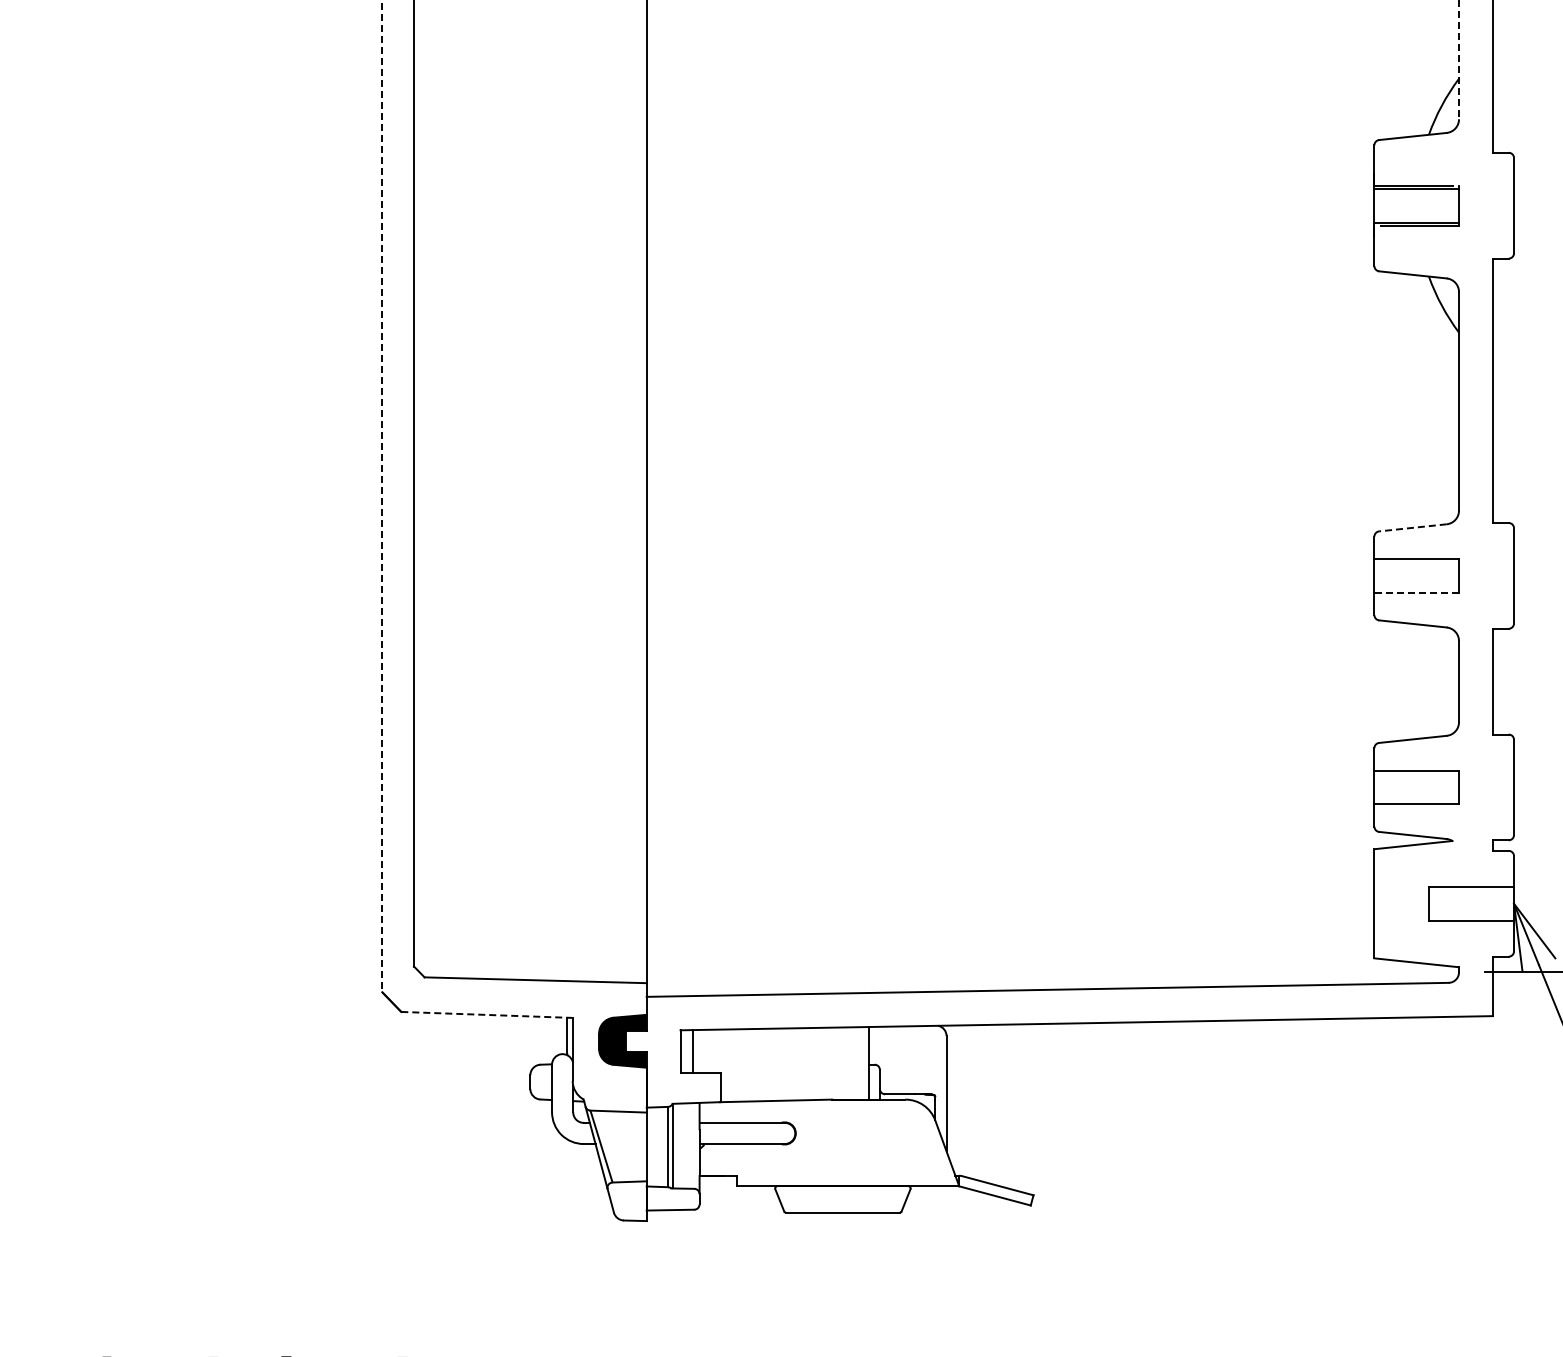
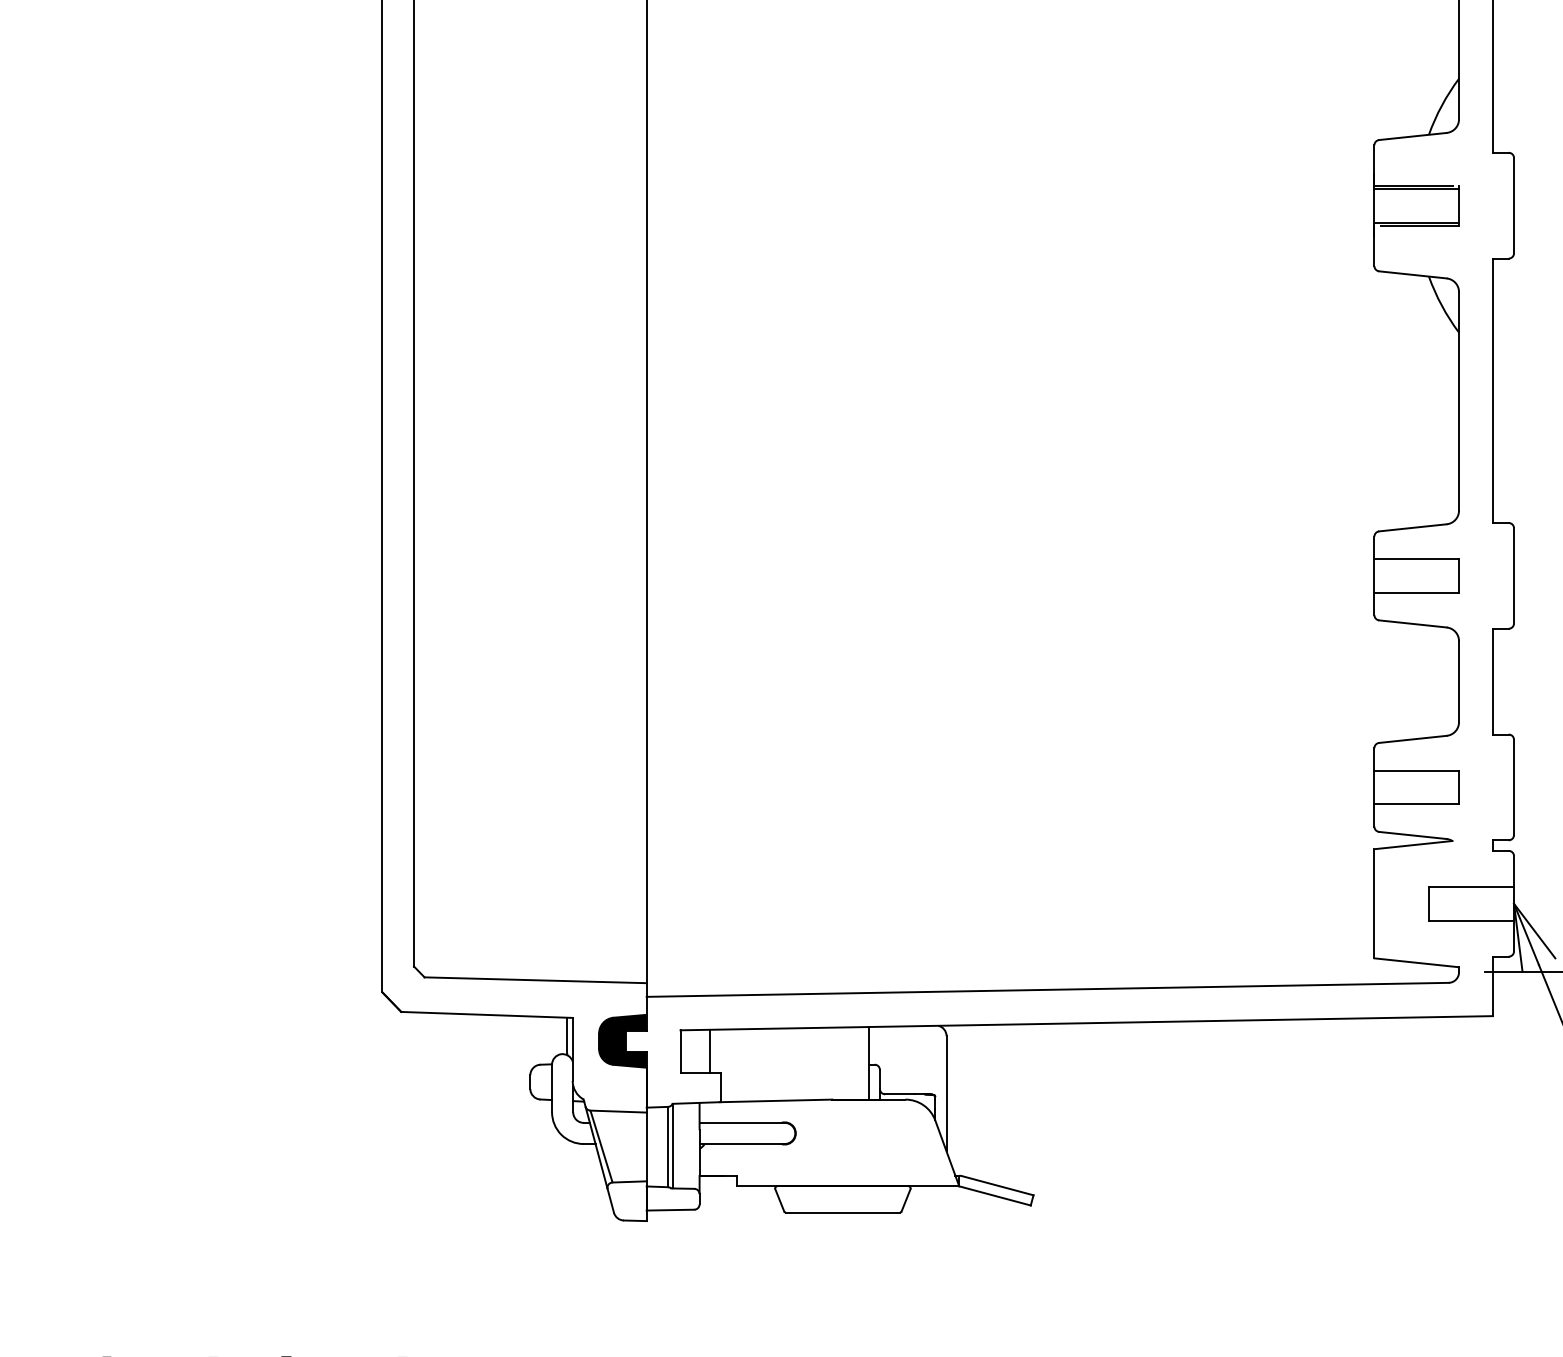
line at (1459, 60): dashed -> solid
line at (382, 496): dashed -> solid
line at (1412, 527): dashed -> solid
line at (1416, 592): dashed -> solid
line at (487, 1014): dashed -> solid
line at (693, 1050) position: (693, 1050) -> (710, 1050)
